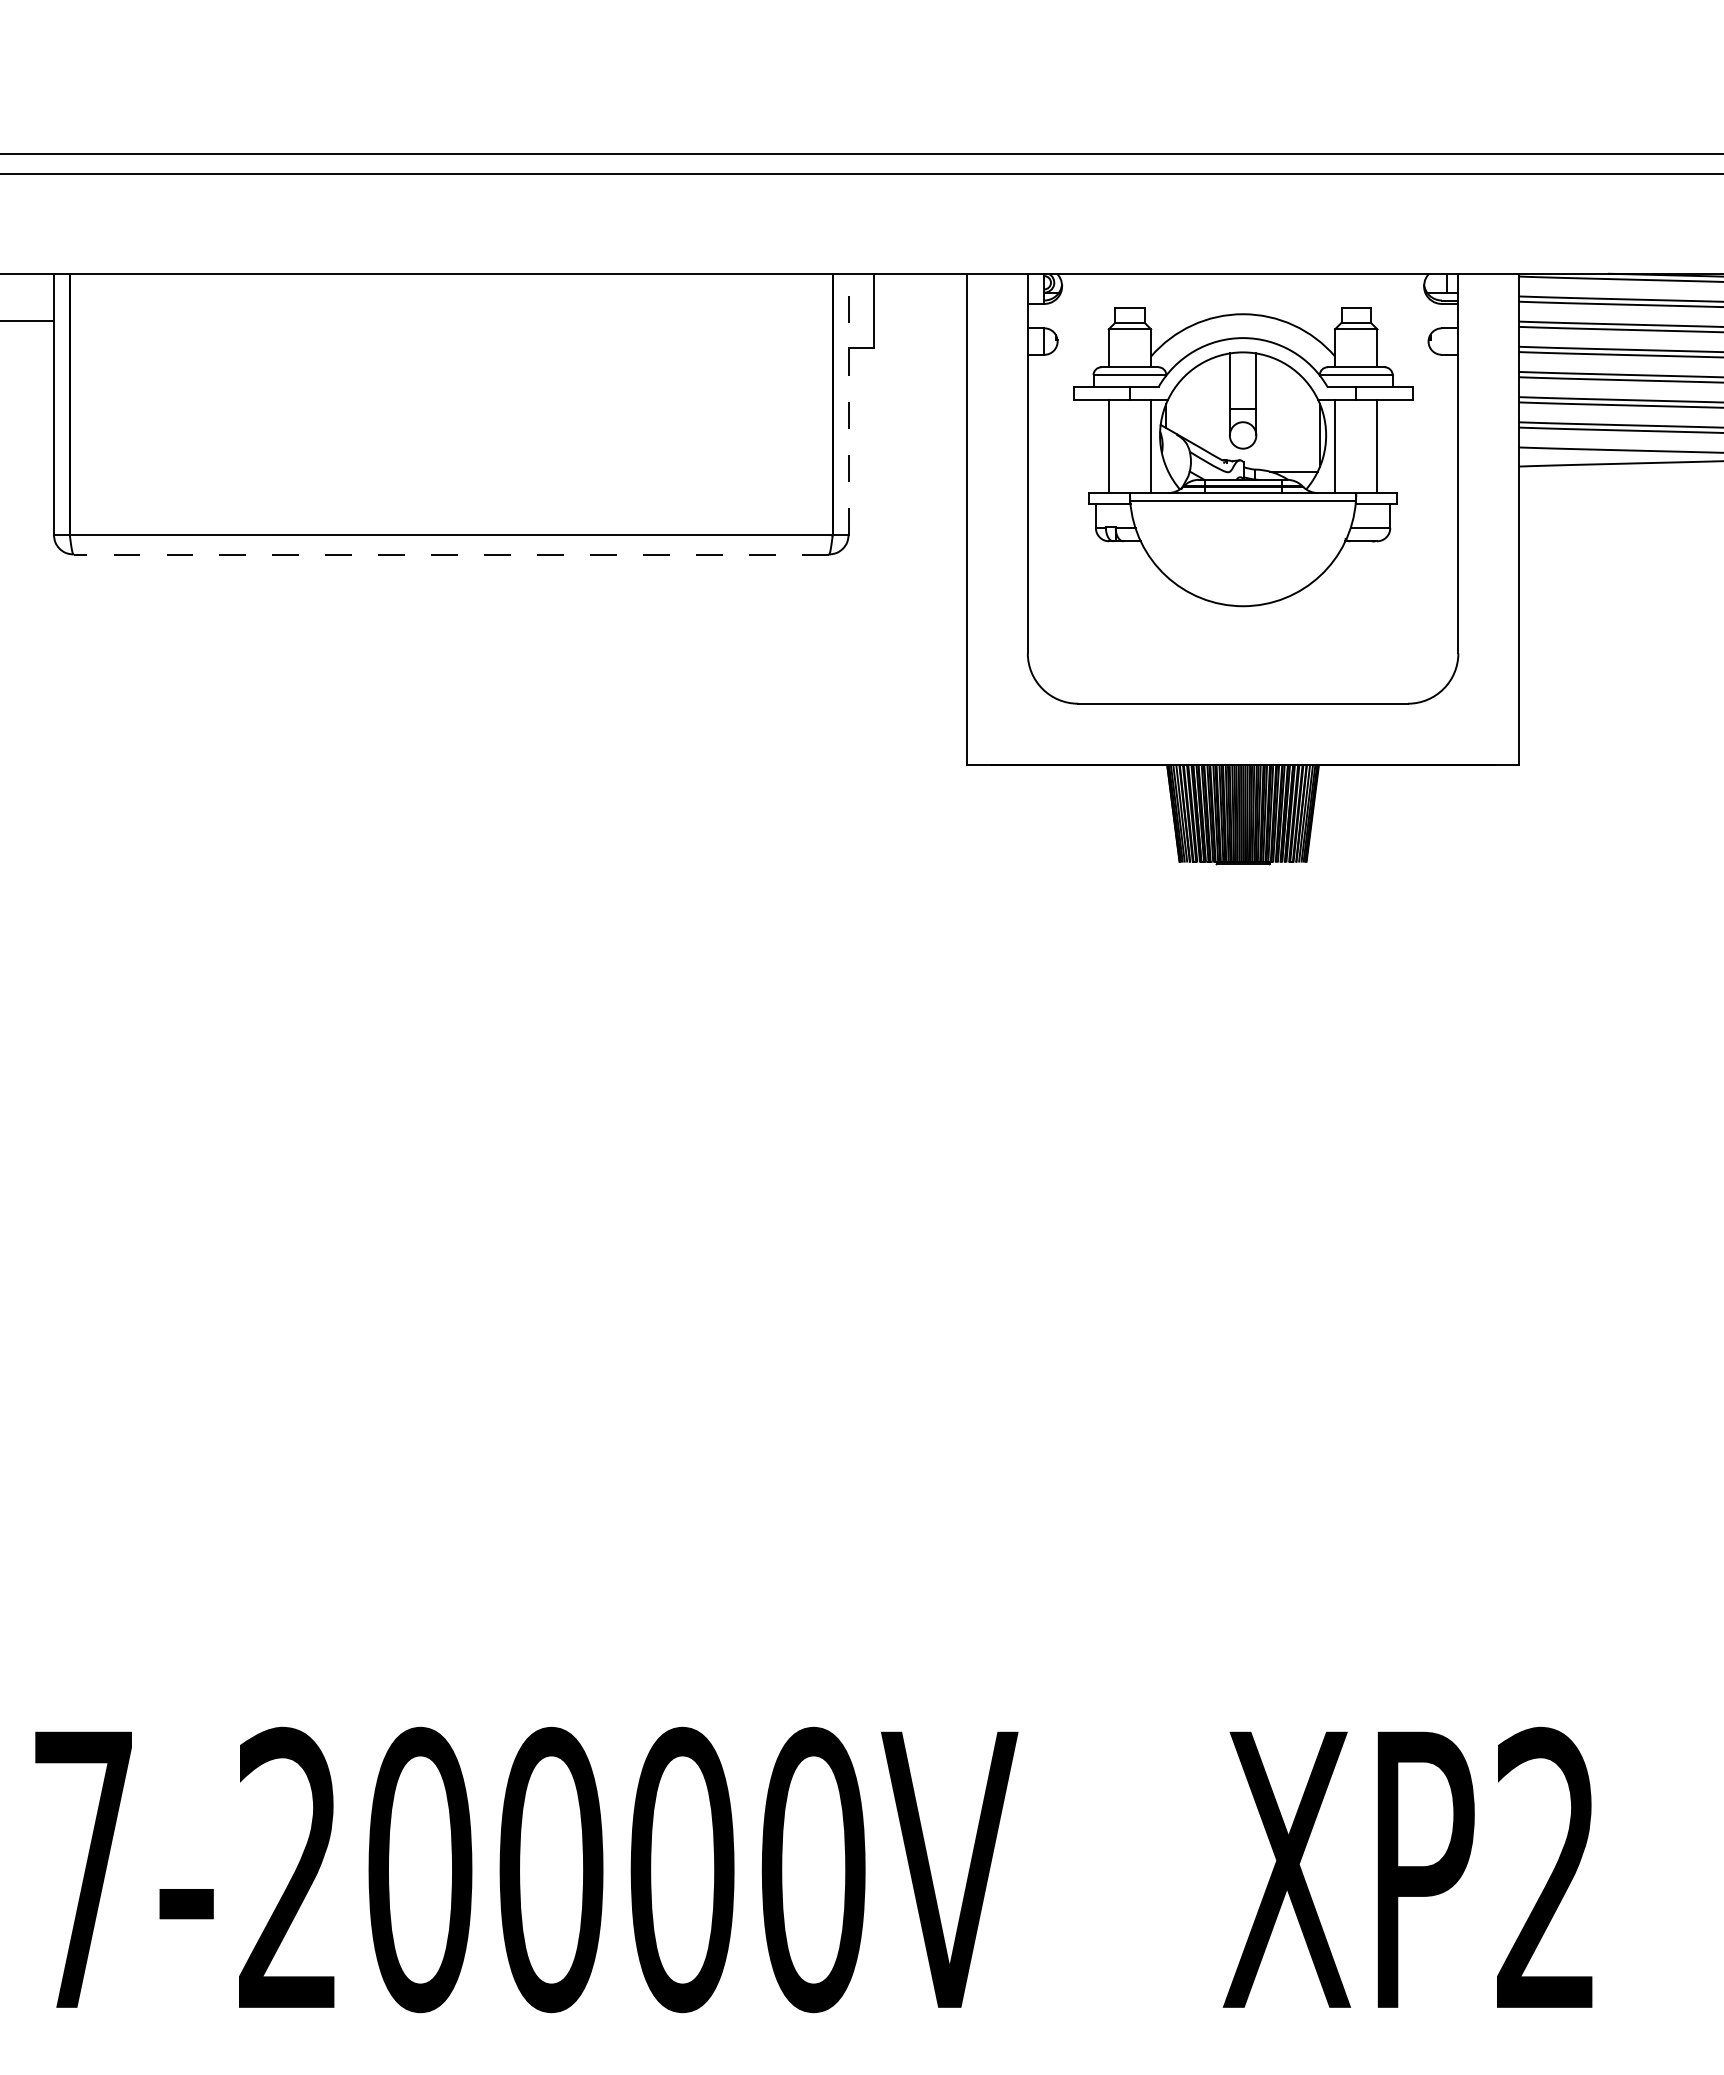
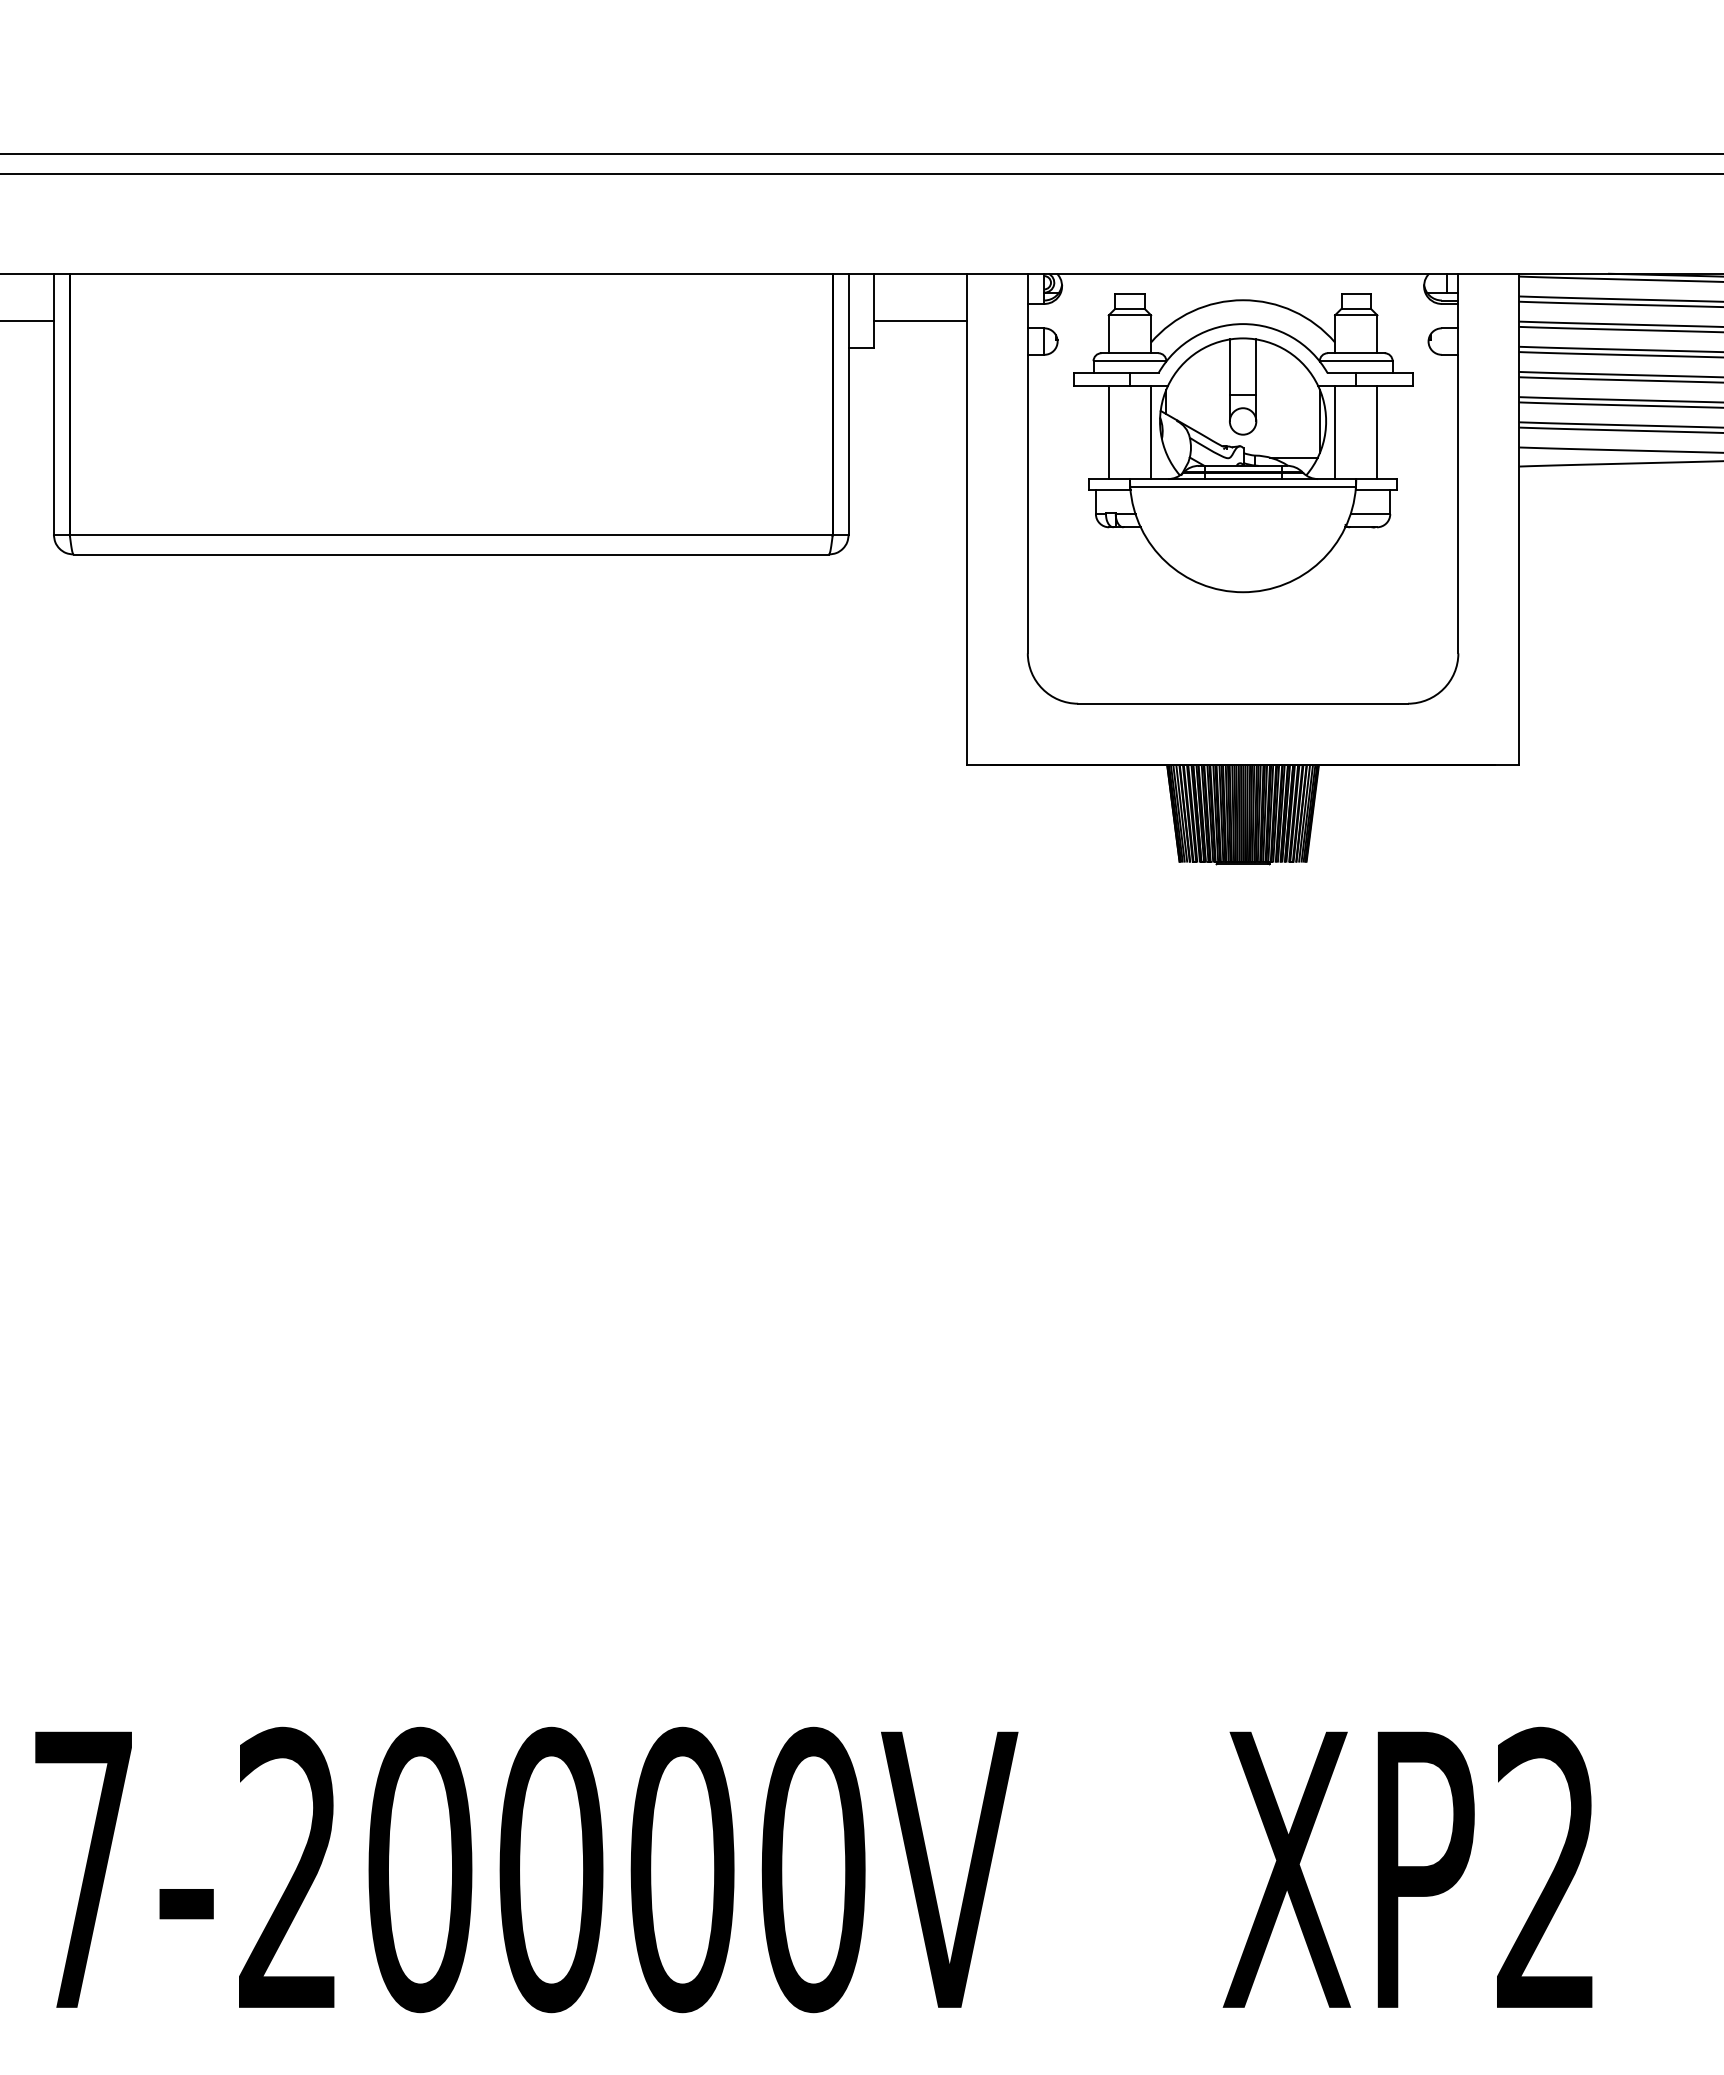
line at (919, 321): none -> present
line at (848, 403): dashed -> solid
part at (1243, 457) position: (1243, 457) -> (1243, 443)
line at (451, 554): dashed -> solid
